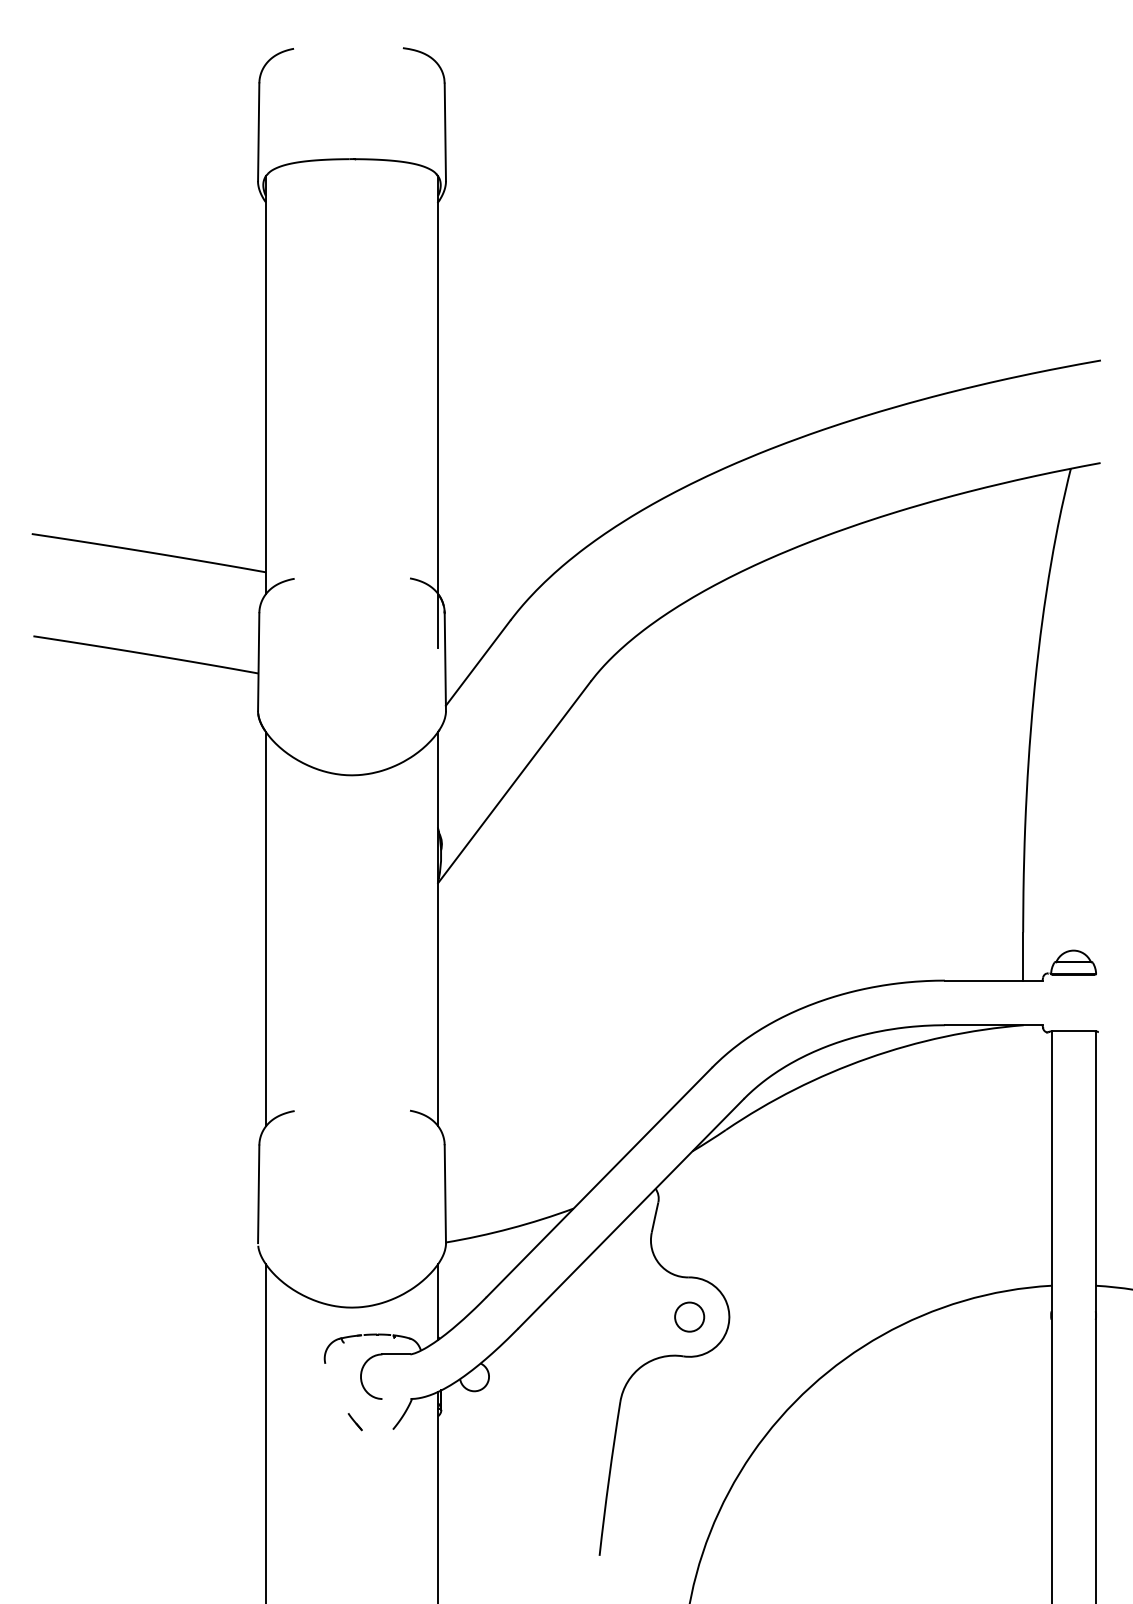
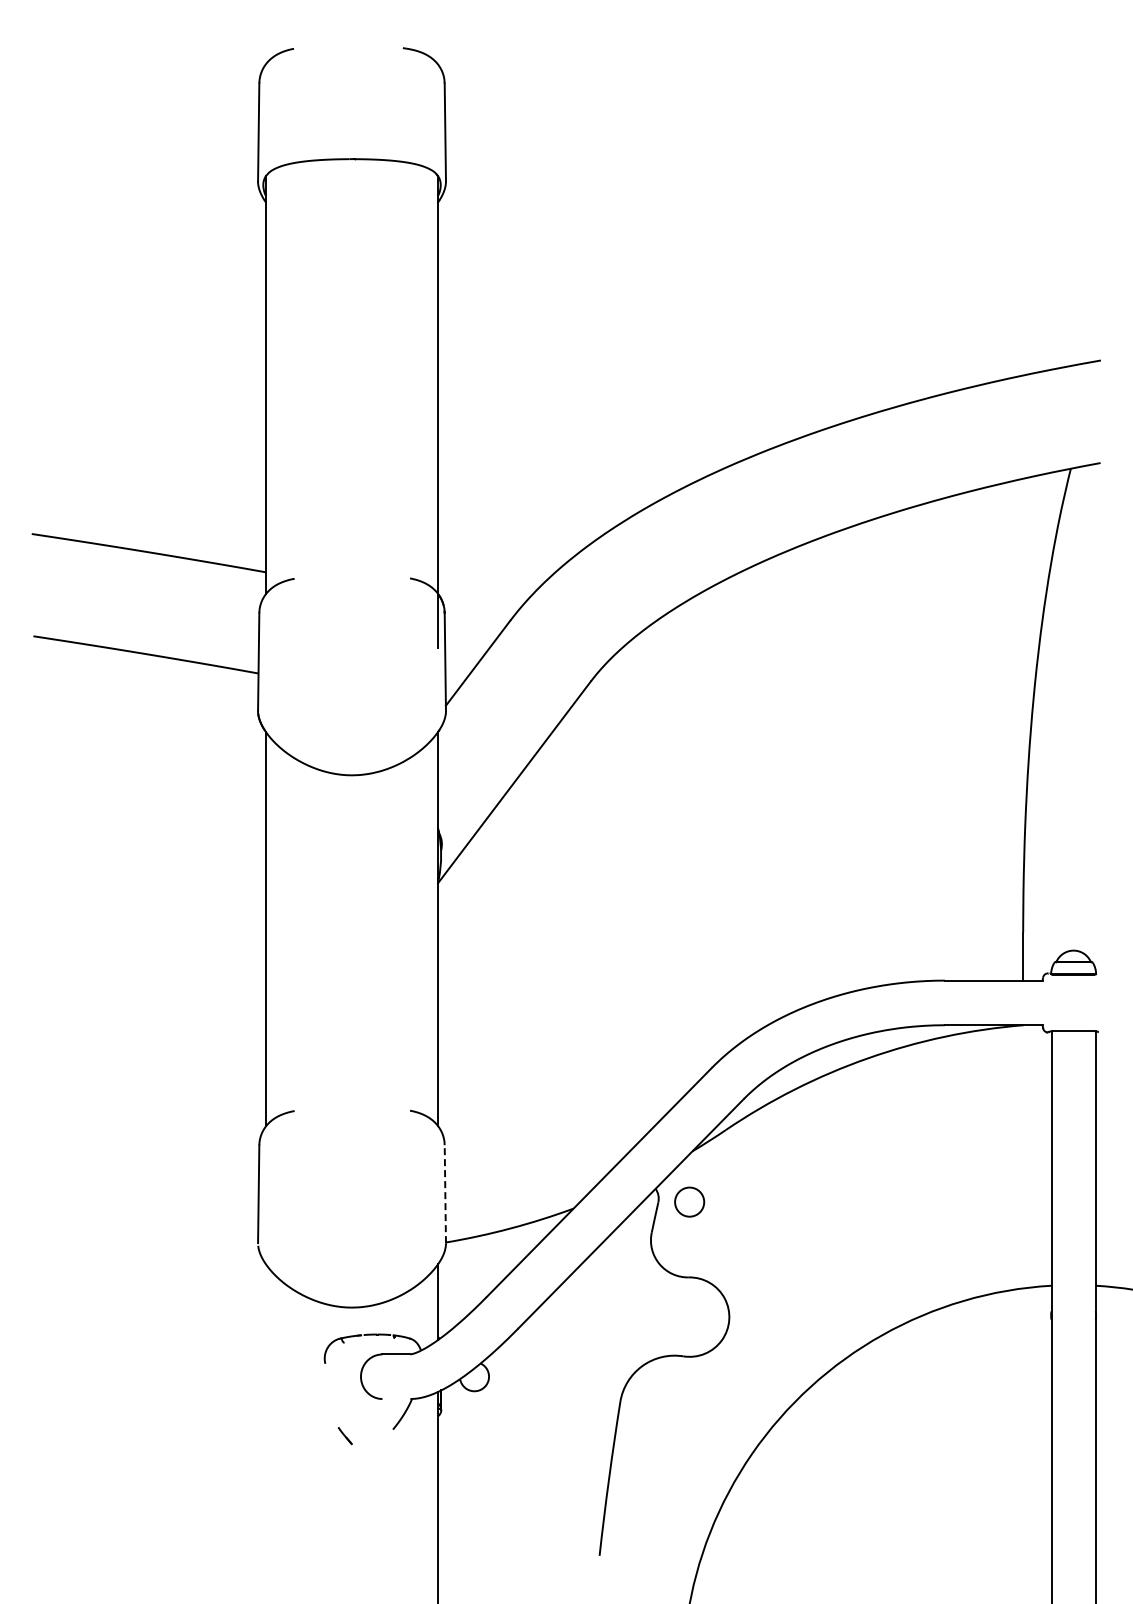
line at (445, 1194): solid -> dashed
circle at (689, 1316) position: (689, 1316) -> (689, 1201)
line at (354, 1422) position: (354, 1422) -> (344, 1436)
line at (265, 1432): present -> none
